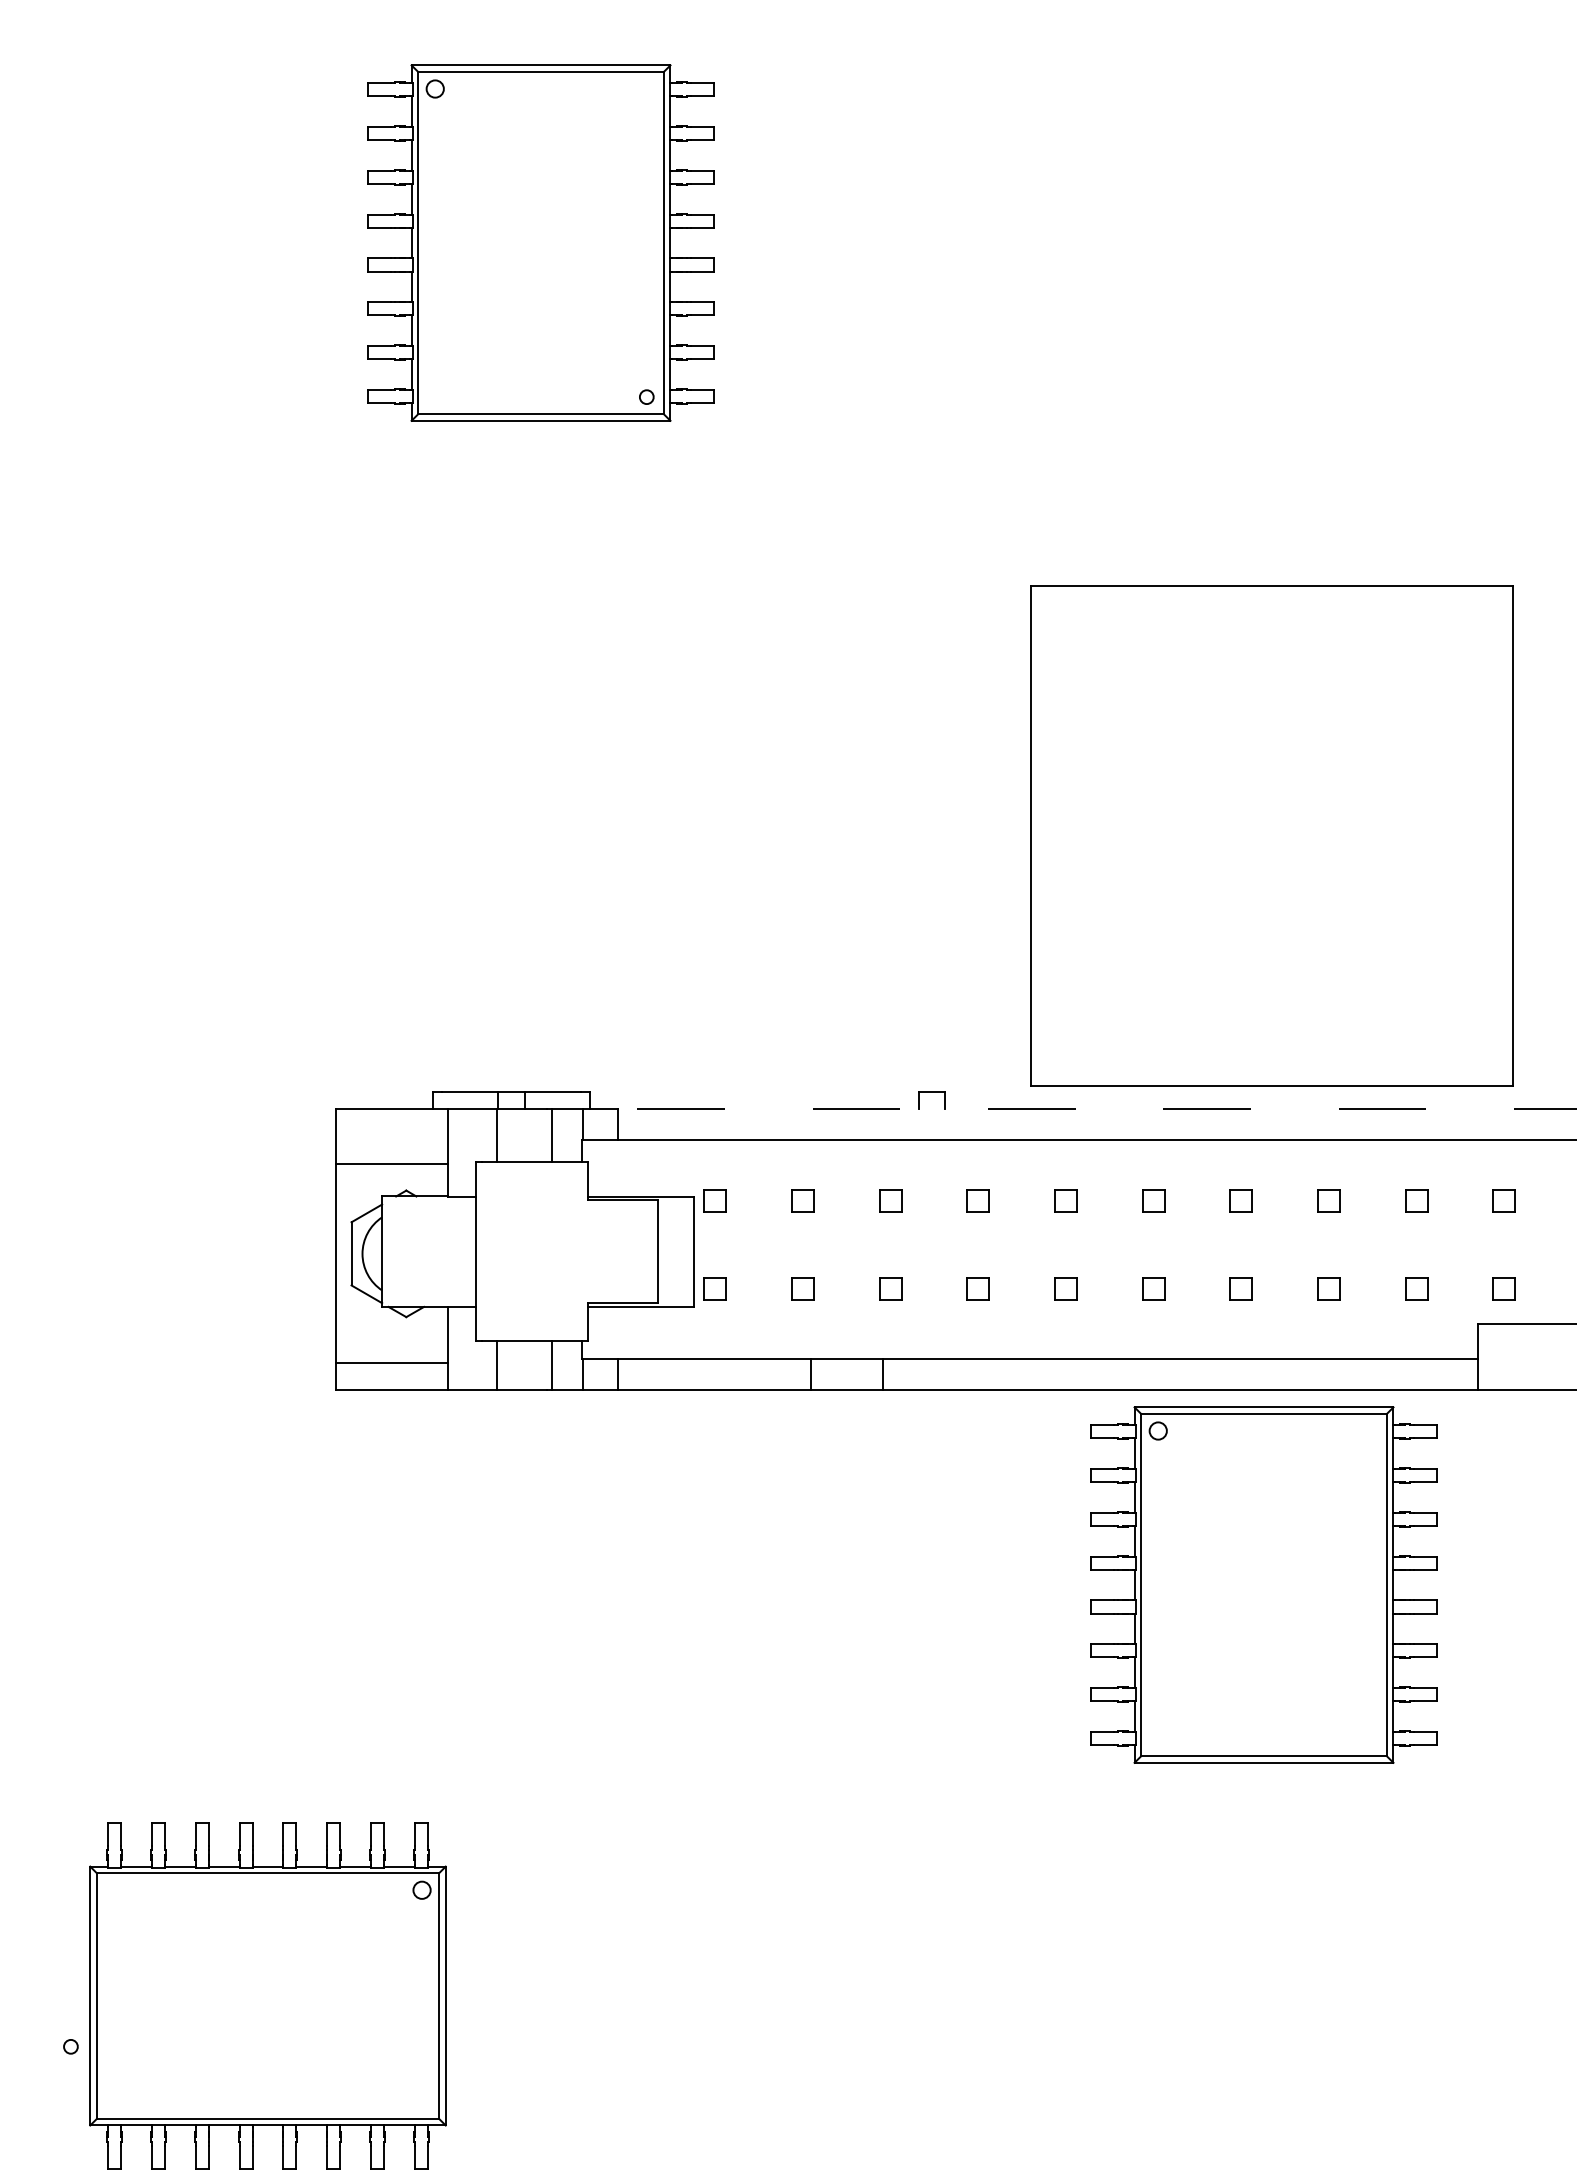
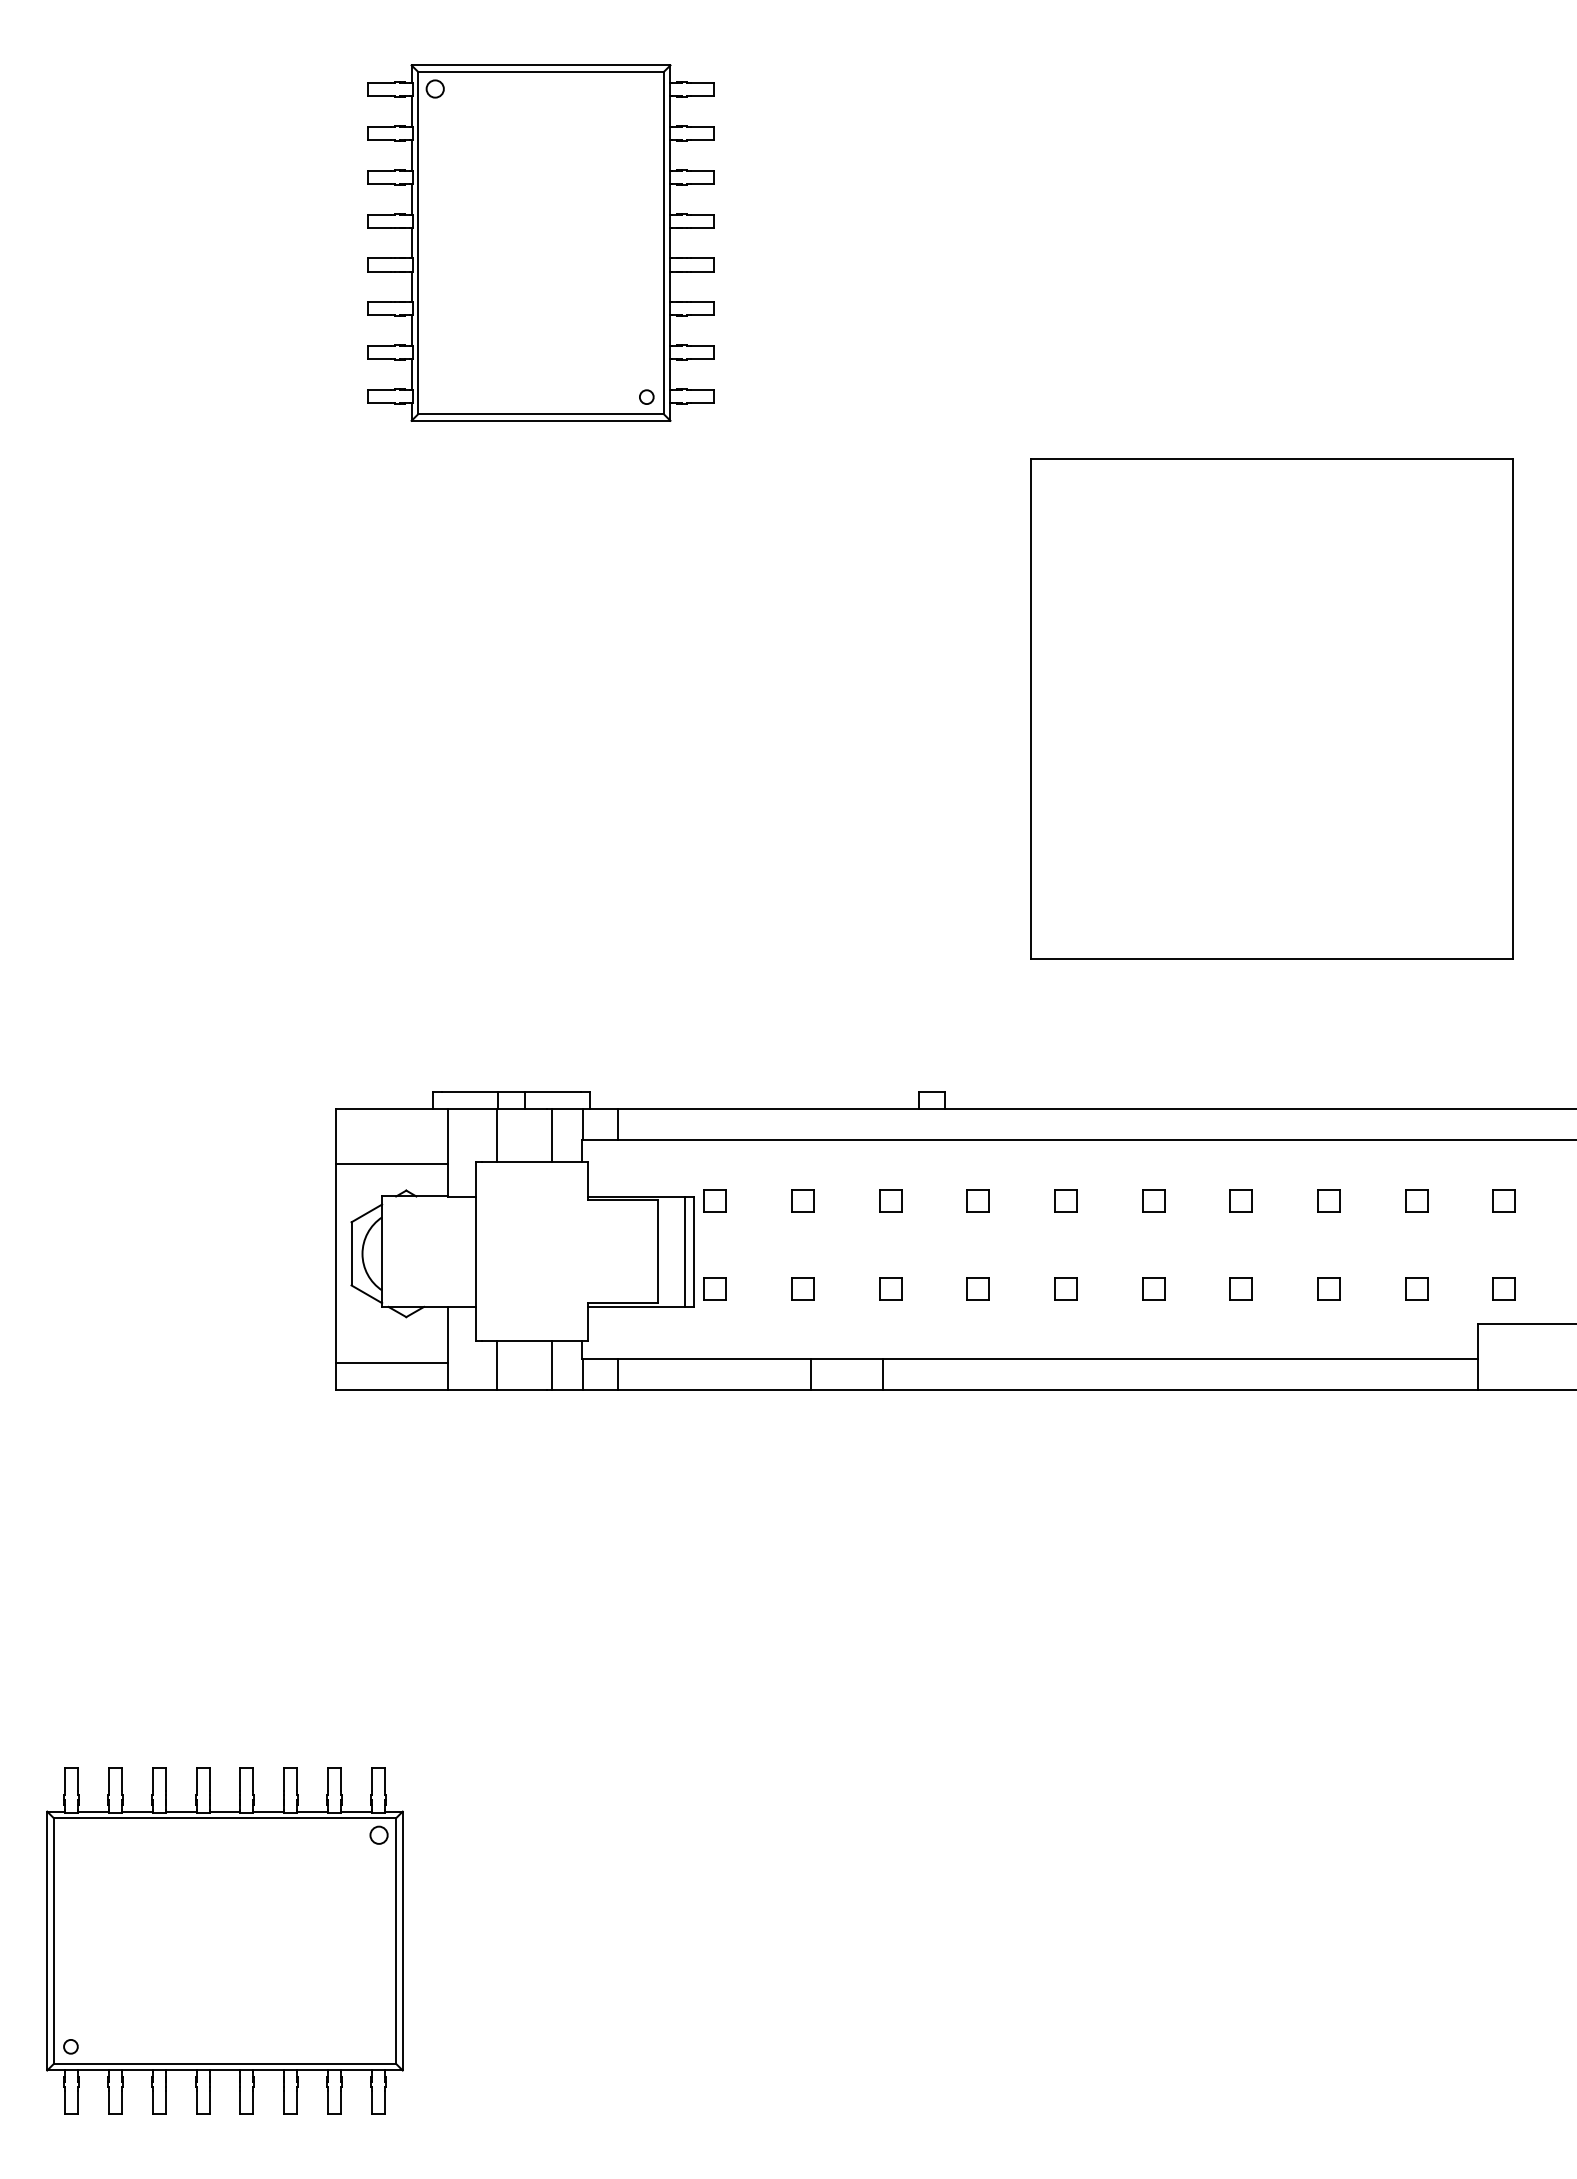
part at (1271, 835) position: (1271, 835) -> (1271, 708)
line at (1096, 1109): dashed -> solid
line at (685, 1251): none -> present
part at (1263, 1584): present -> none
part at (267, 1995) position: (267, 1995) -> (224, 1940)
